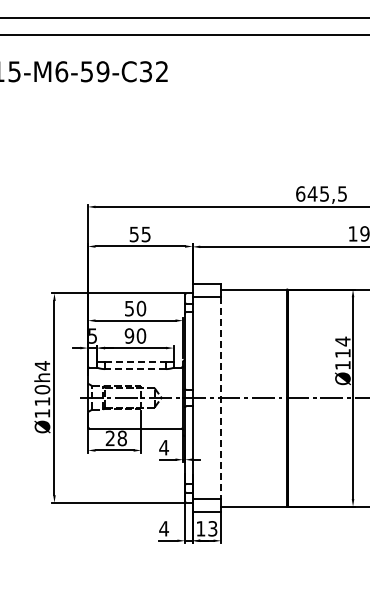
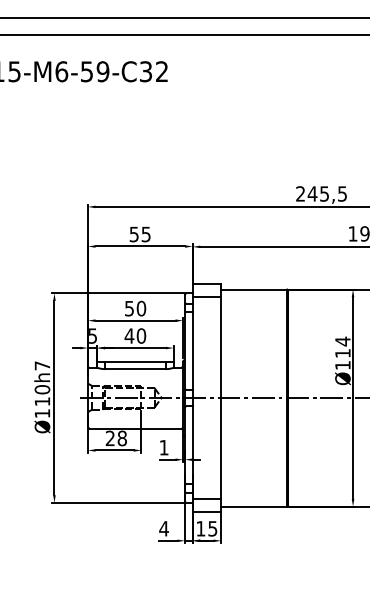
text at (300, 193): 645,5 -> 245,5
text at (129, 335): 90 -> 40
line at (136, 361): dashed -> solid
text at (42, 365): Ø110h4 -> Ø110h7
line at (135, 369): dashed -> solid
line at (221, 398): dashed -> solid
text at (163, 447): 4 -> 1
text at (212, 528): 13 -> 15
